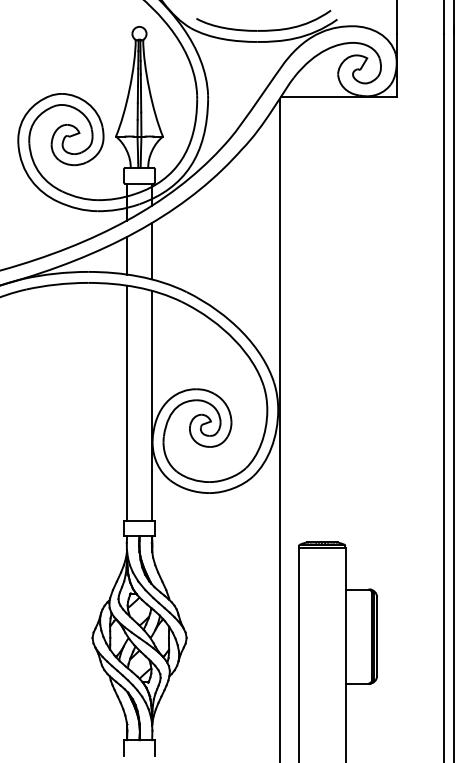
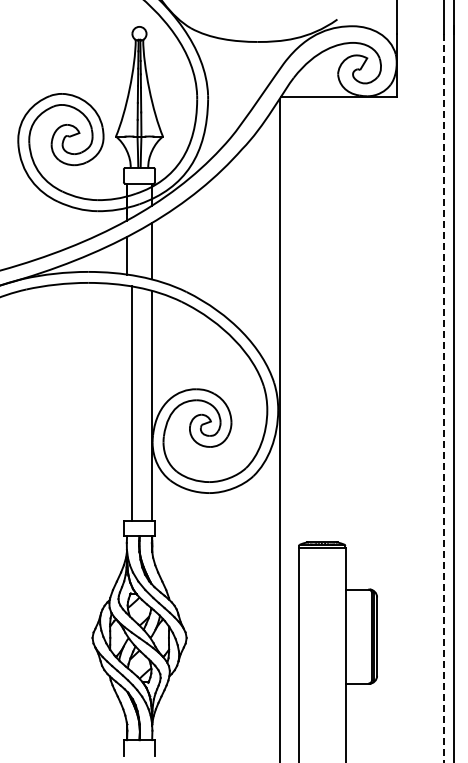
part at (266, 29): present -> none
line at (444, 398): solid -> dashed
line at (126, 402) position: (126, 402) -> (131, 402)
